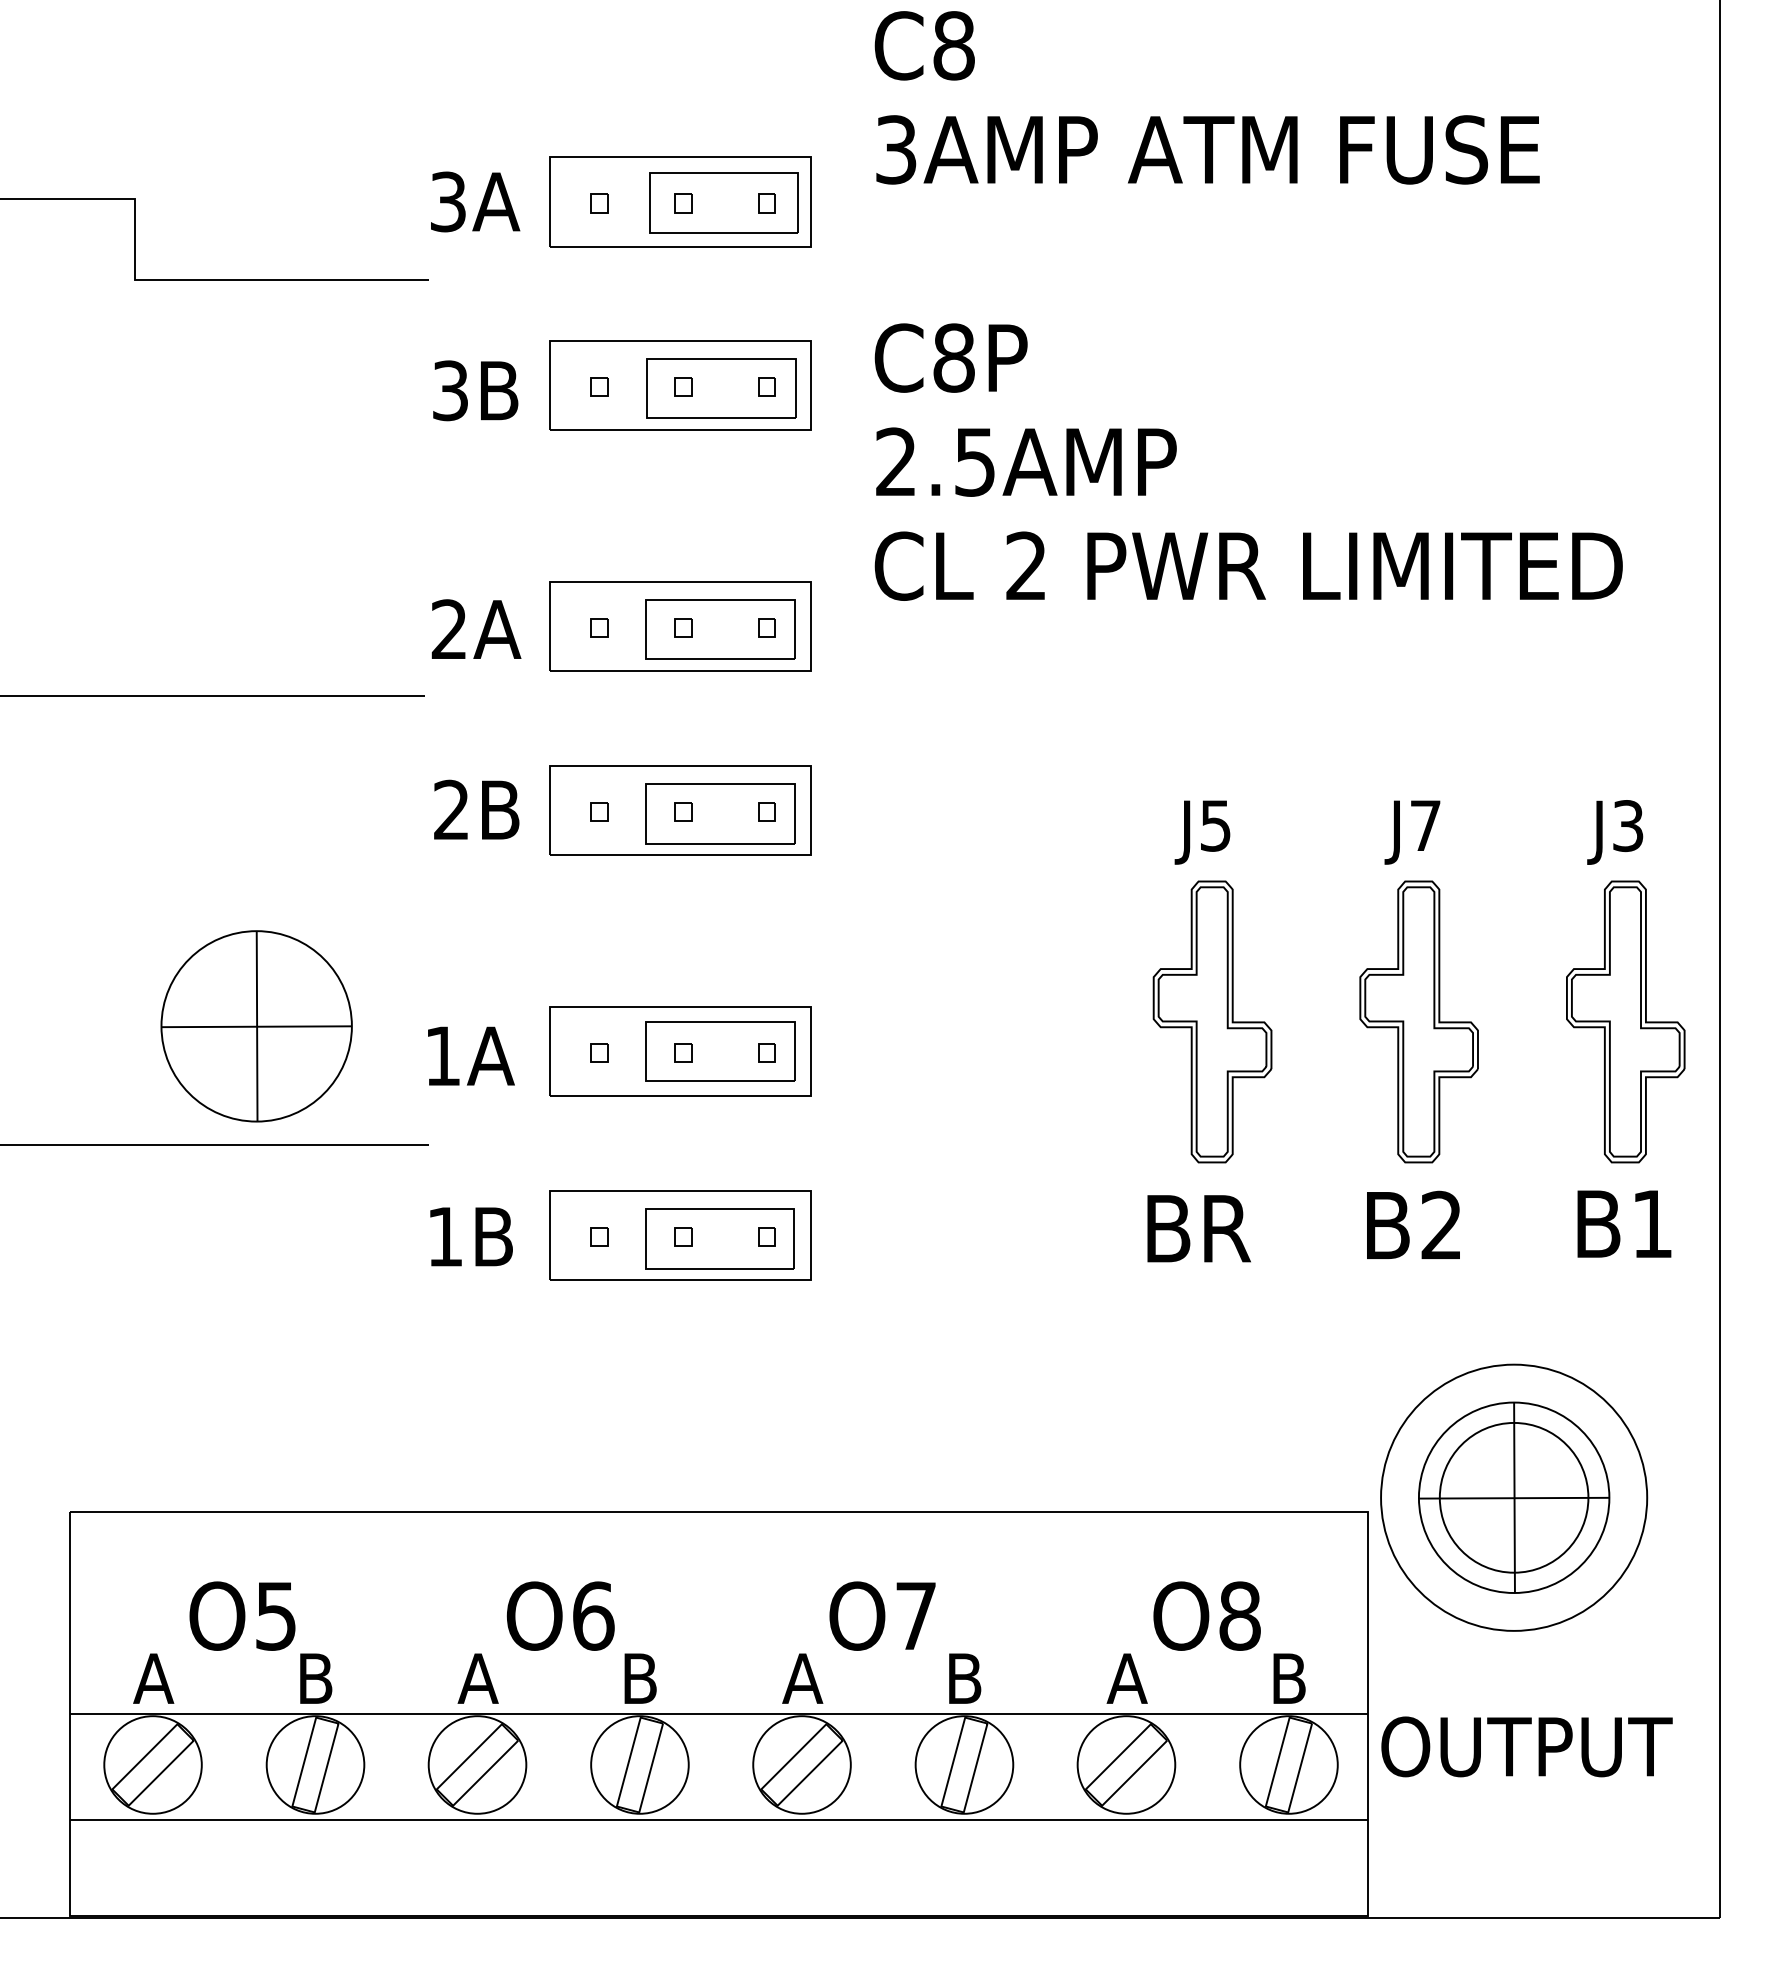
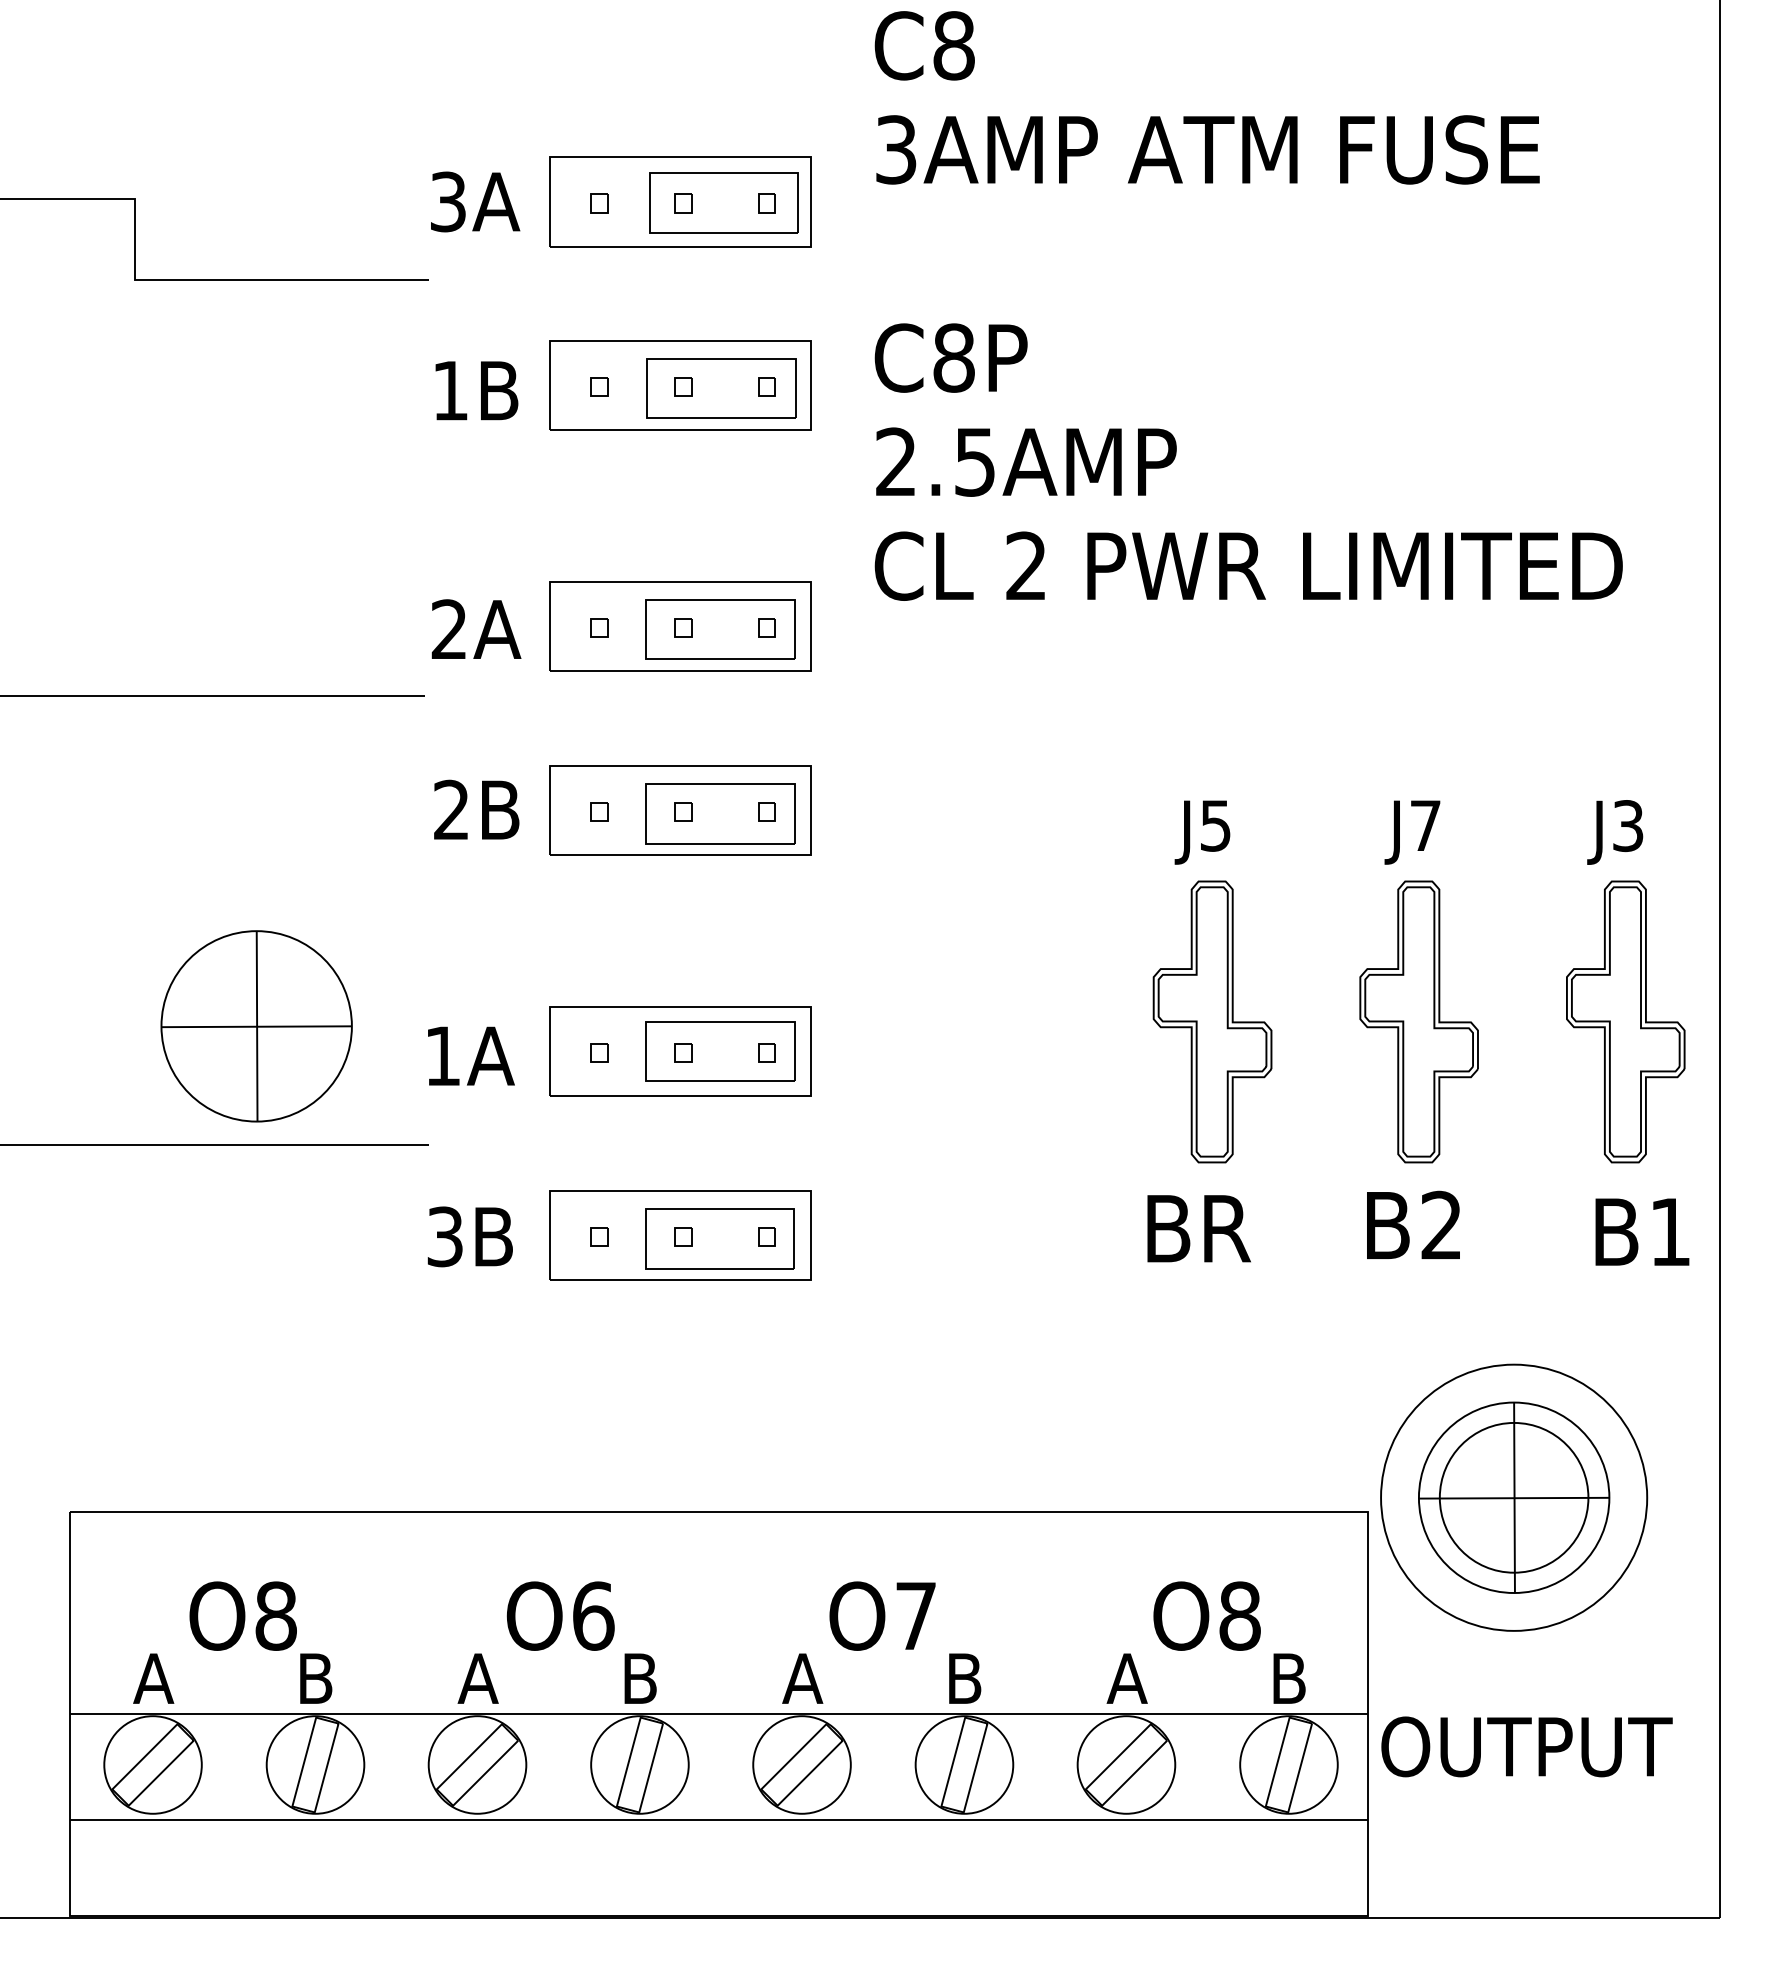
text at (450, 390): 3B -> 1B
text at (1624, 1223) position: (1624, 1223) -> (1642, 1231)
text at (444, 1236): 1B -> 3B
text at (275, 1615): O5 -> O8
